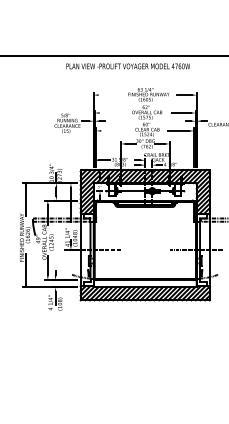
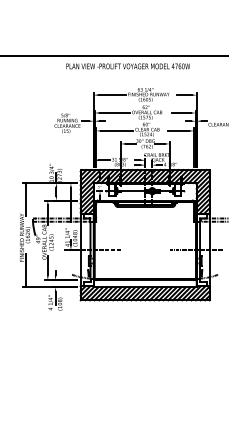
line at (112, 95): none -> present
line at (114, 113): none -> present
line at (117, 130): none -> present
